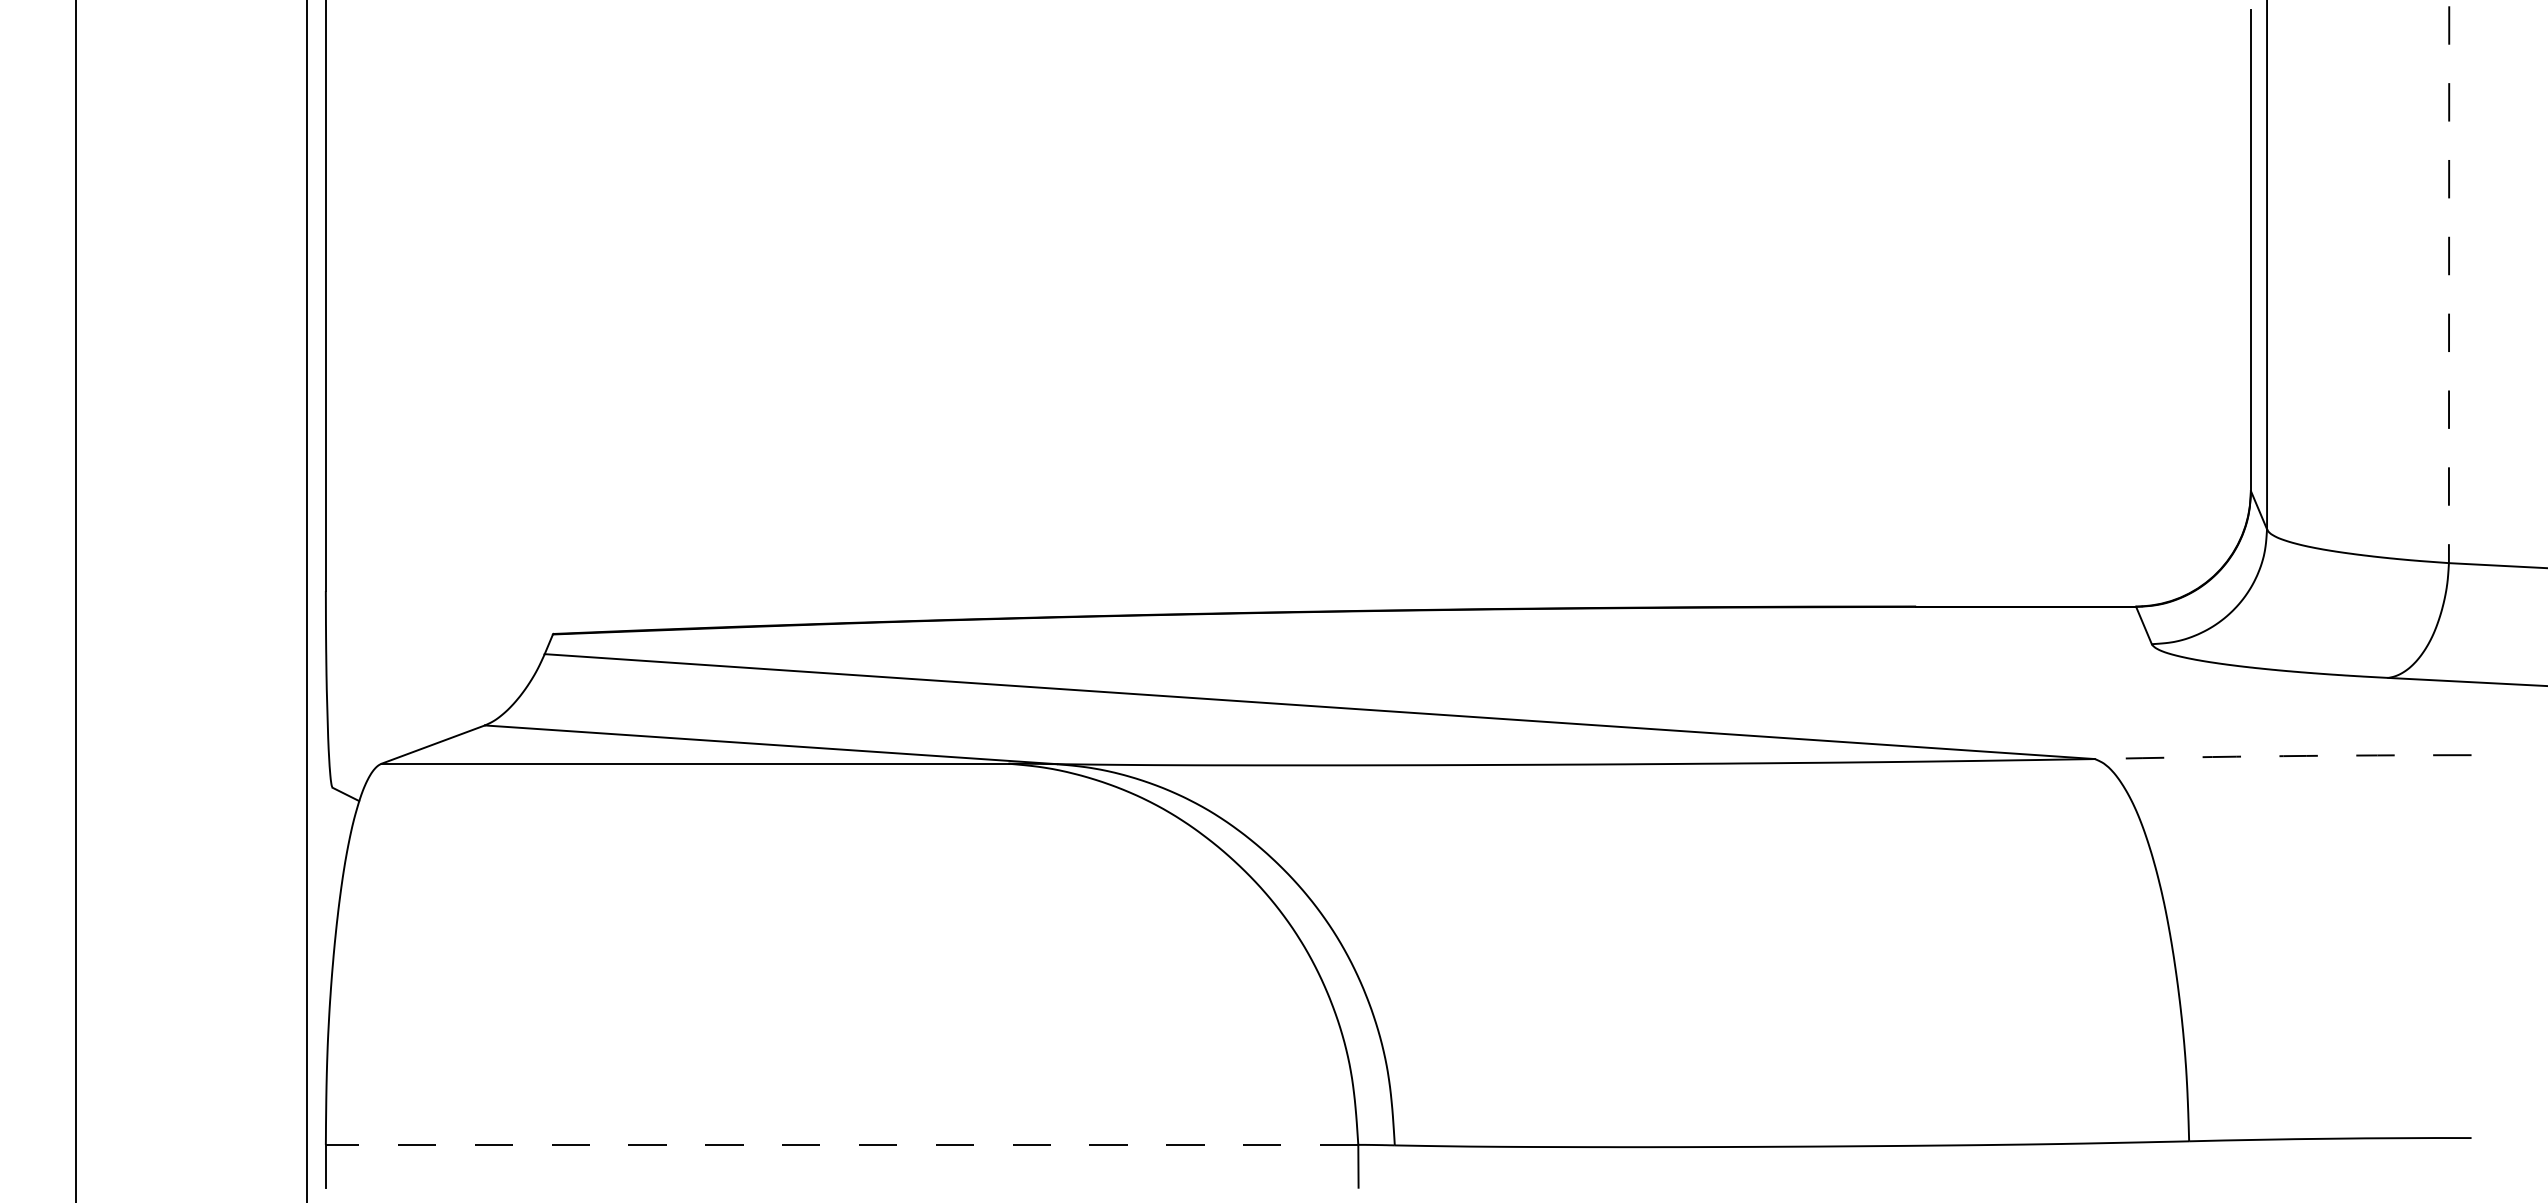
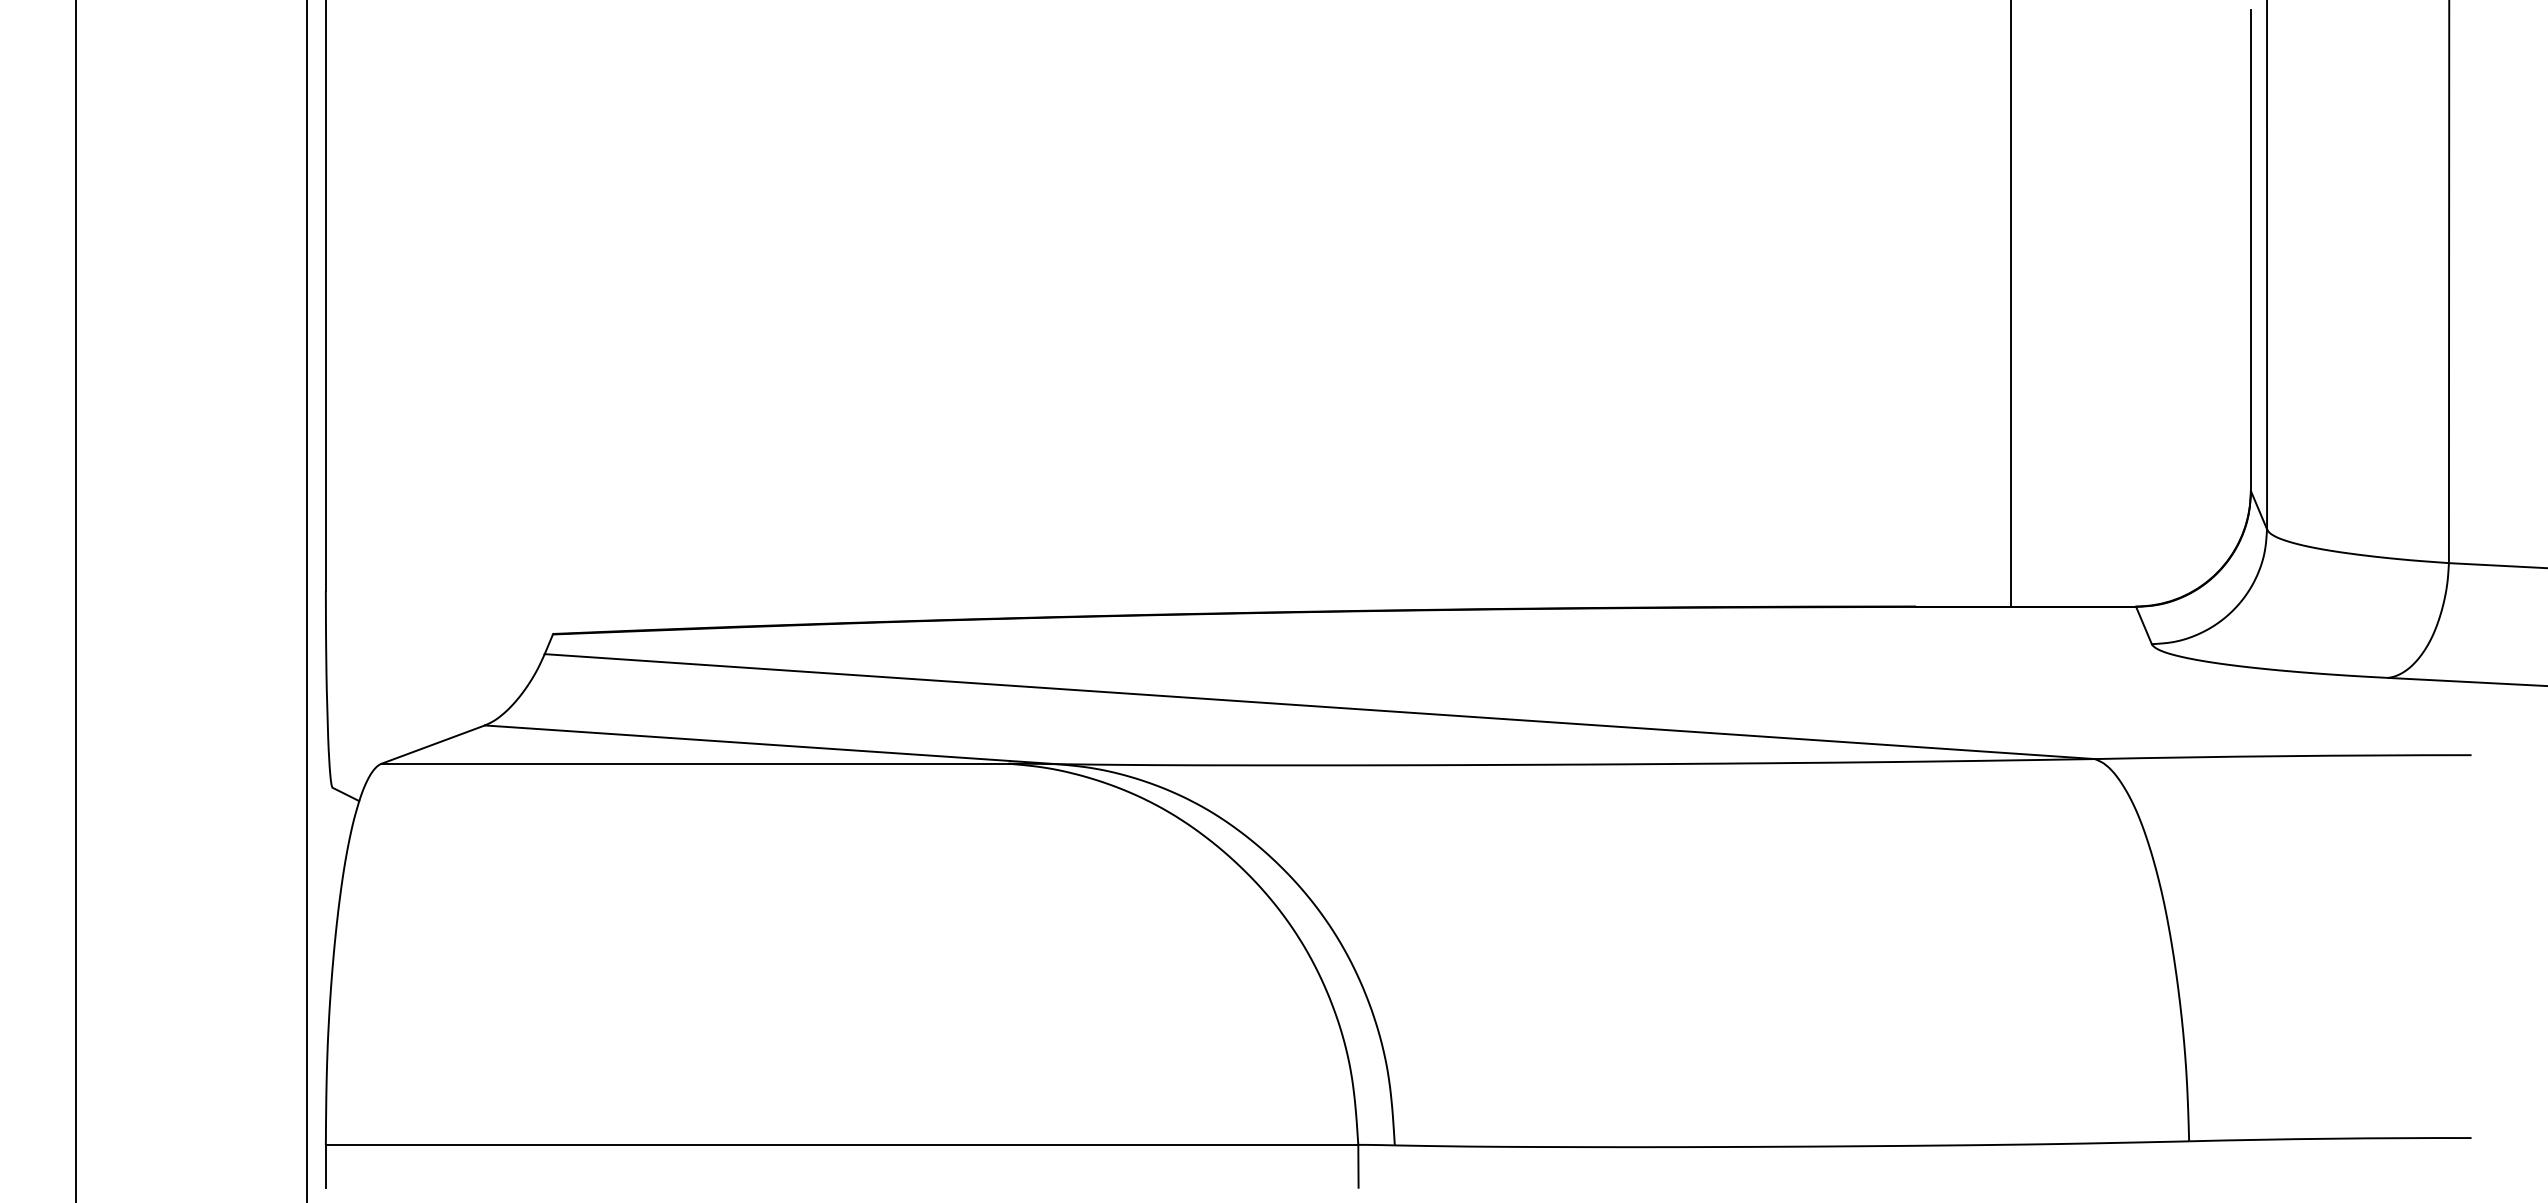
line at (2449, 282): dashed -> solid
line at (2011, 304): none -> present
arc at (2283, 756): dashed -> solid
line at (841, 1144): dashed -> solid
